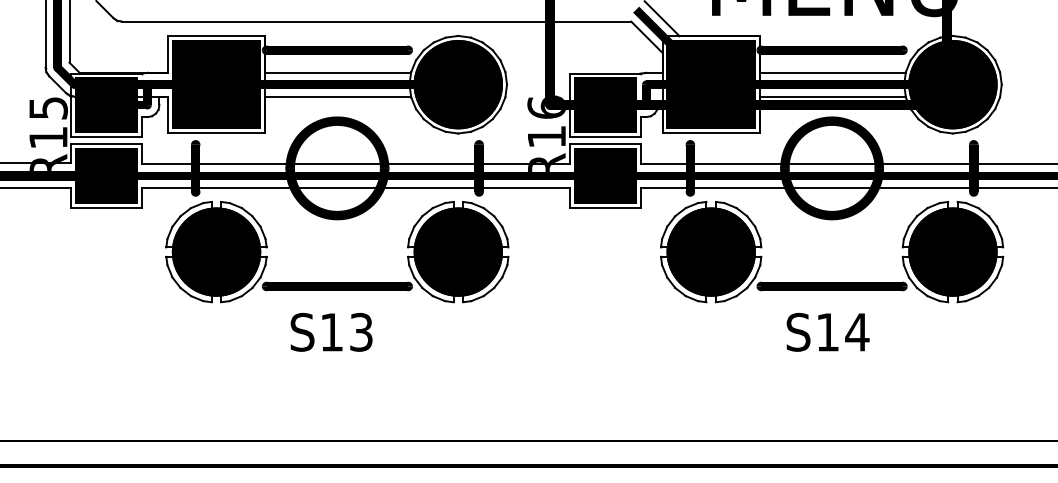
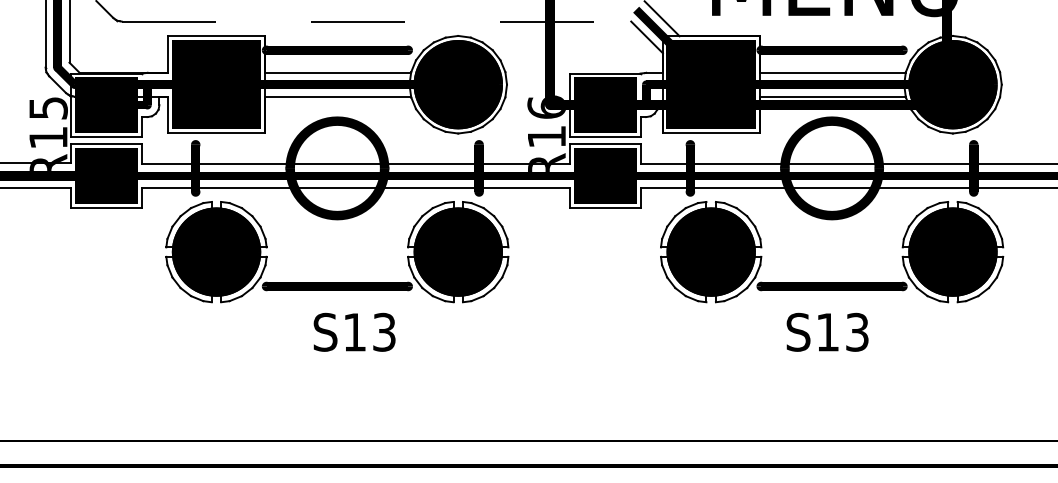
line at (376, 21): solid -> dashed
text at (331, 331) position: (331, 331) -> (354, 331)
text at (857, 331): S14 -> S13
